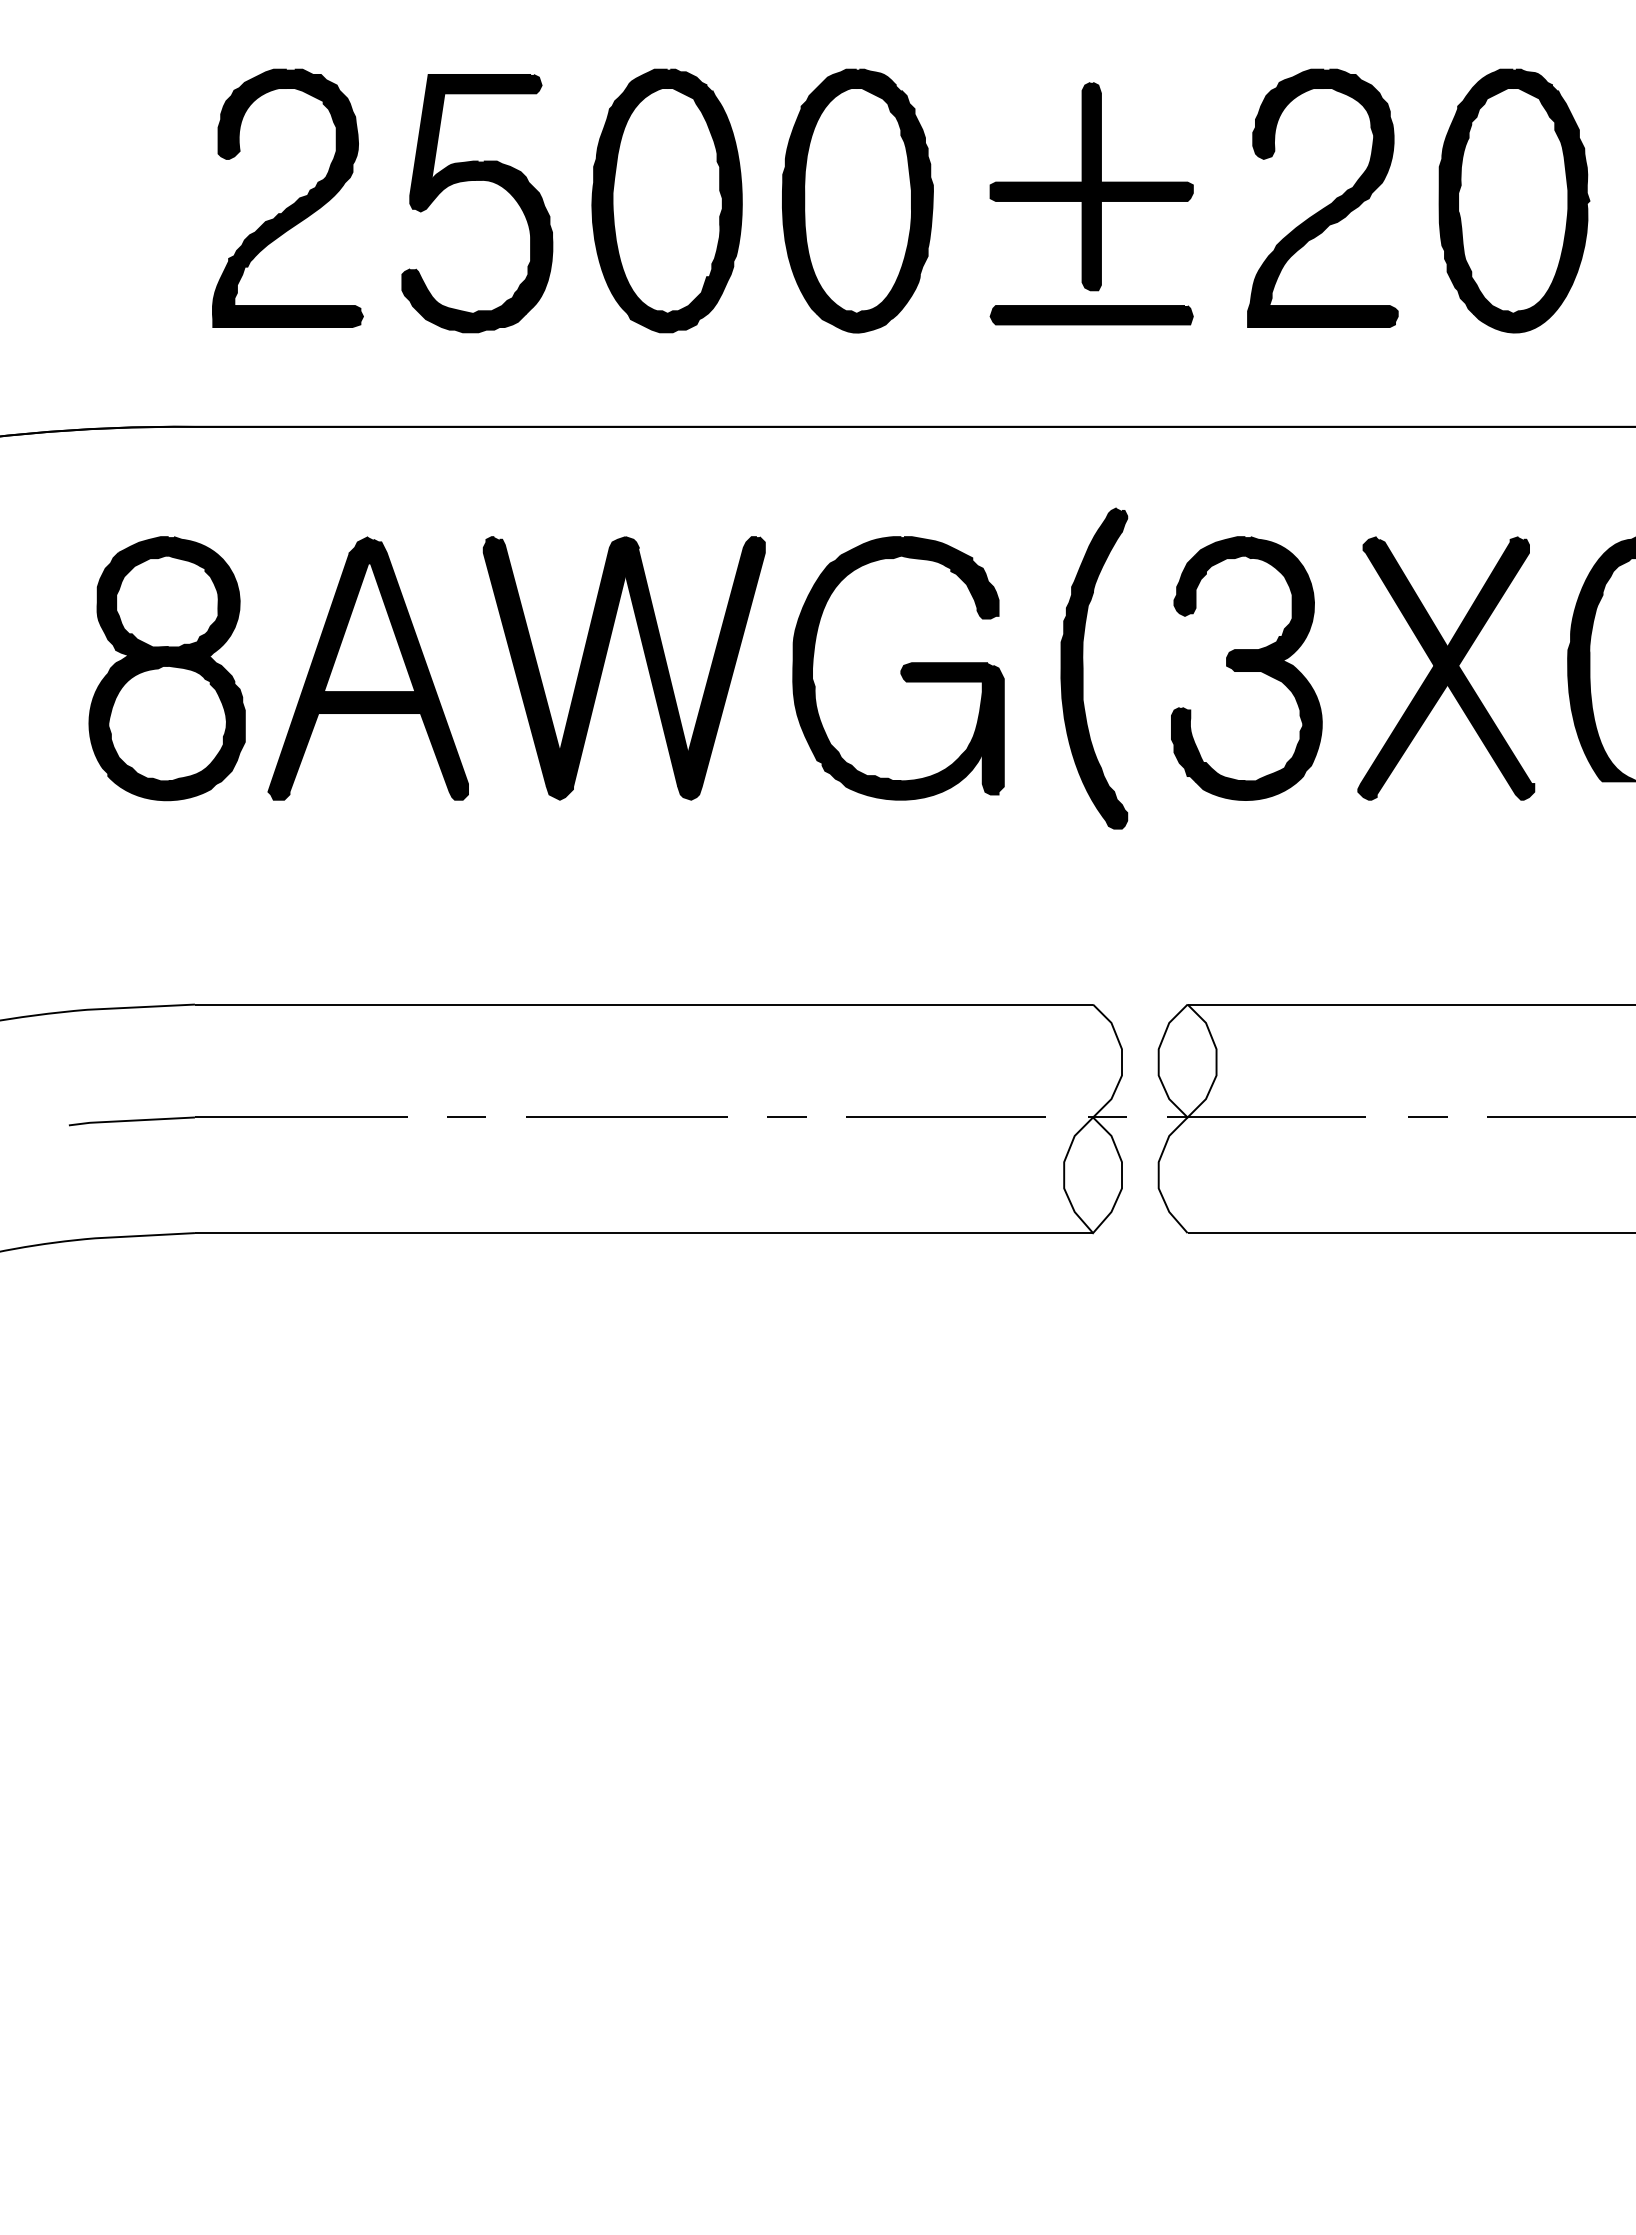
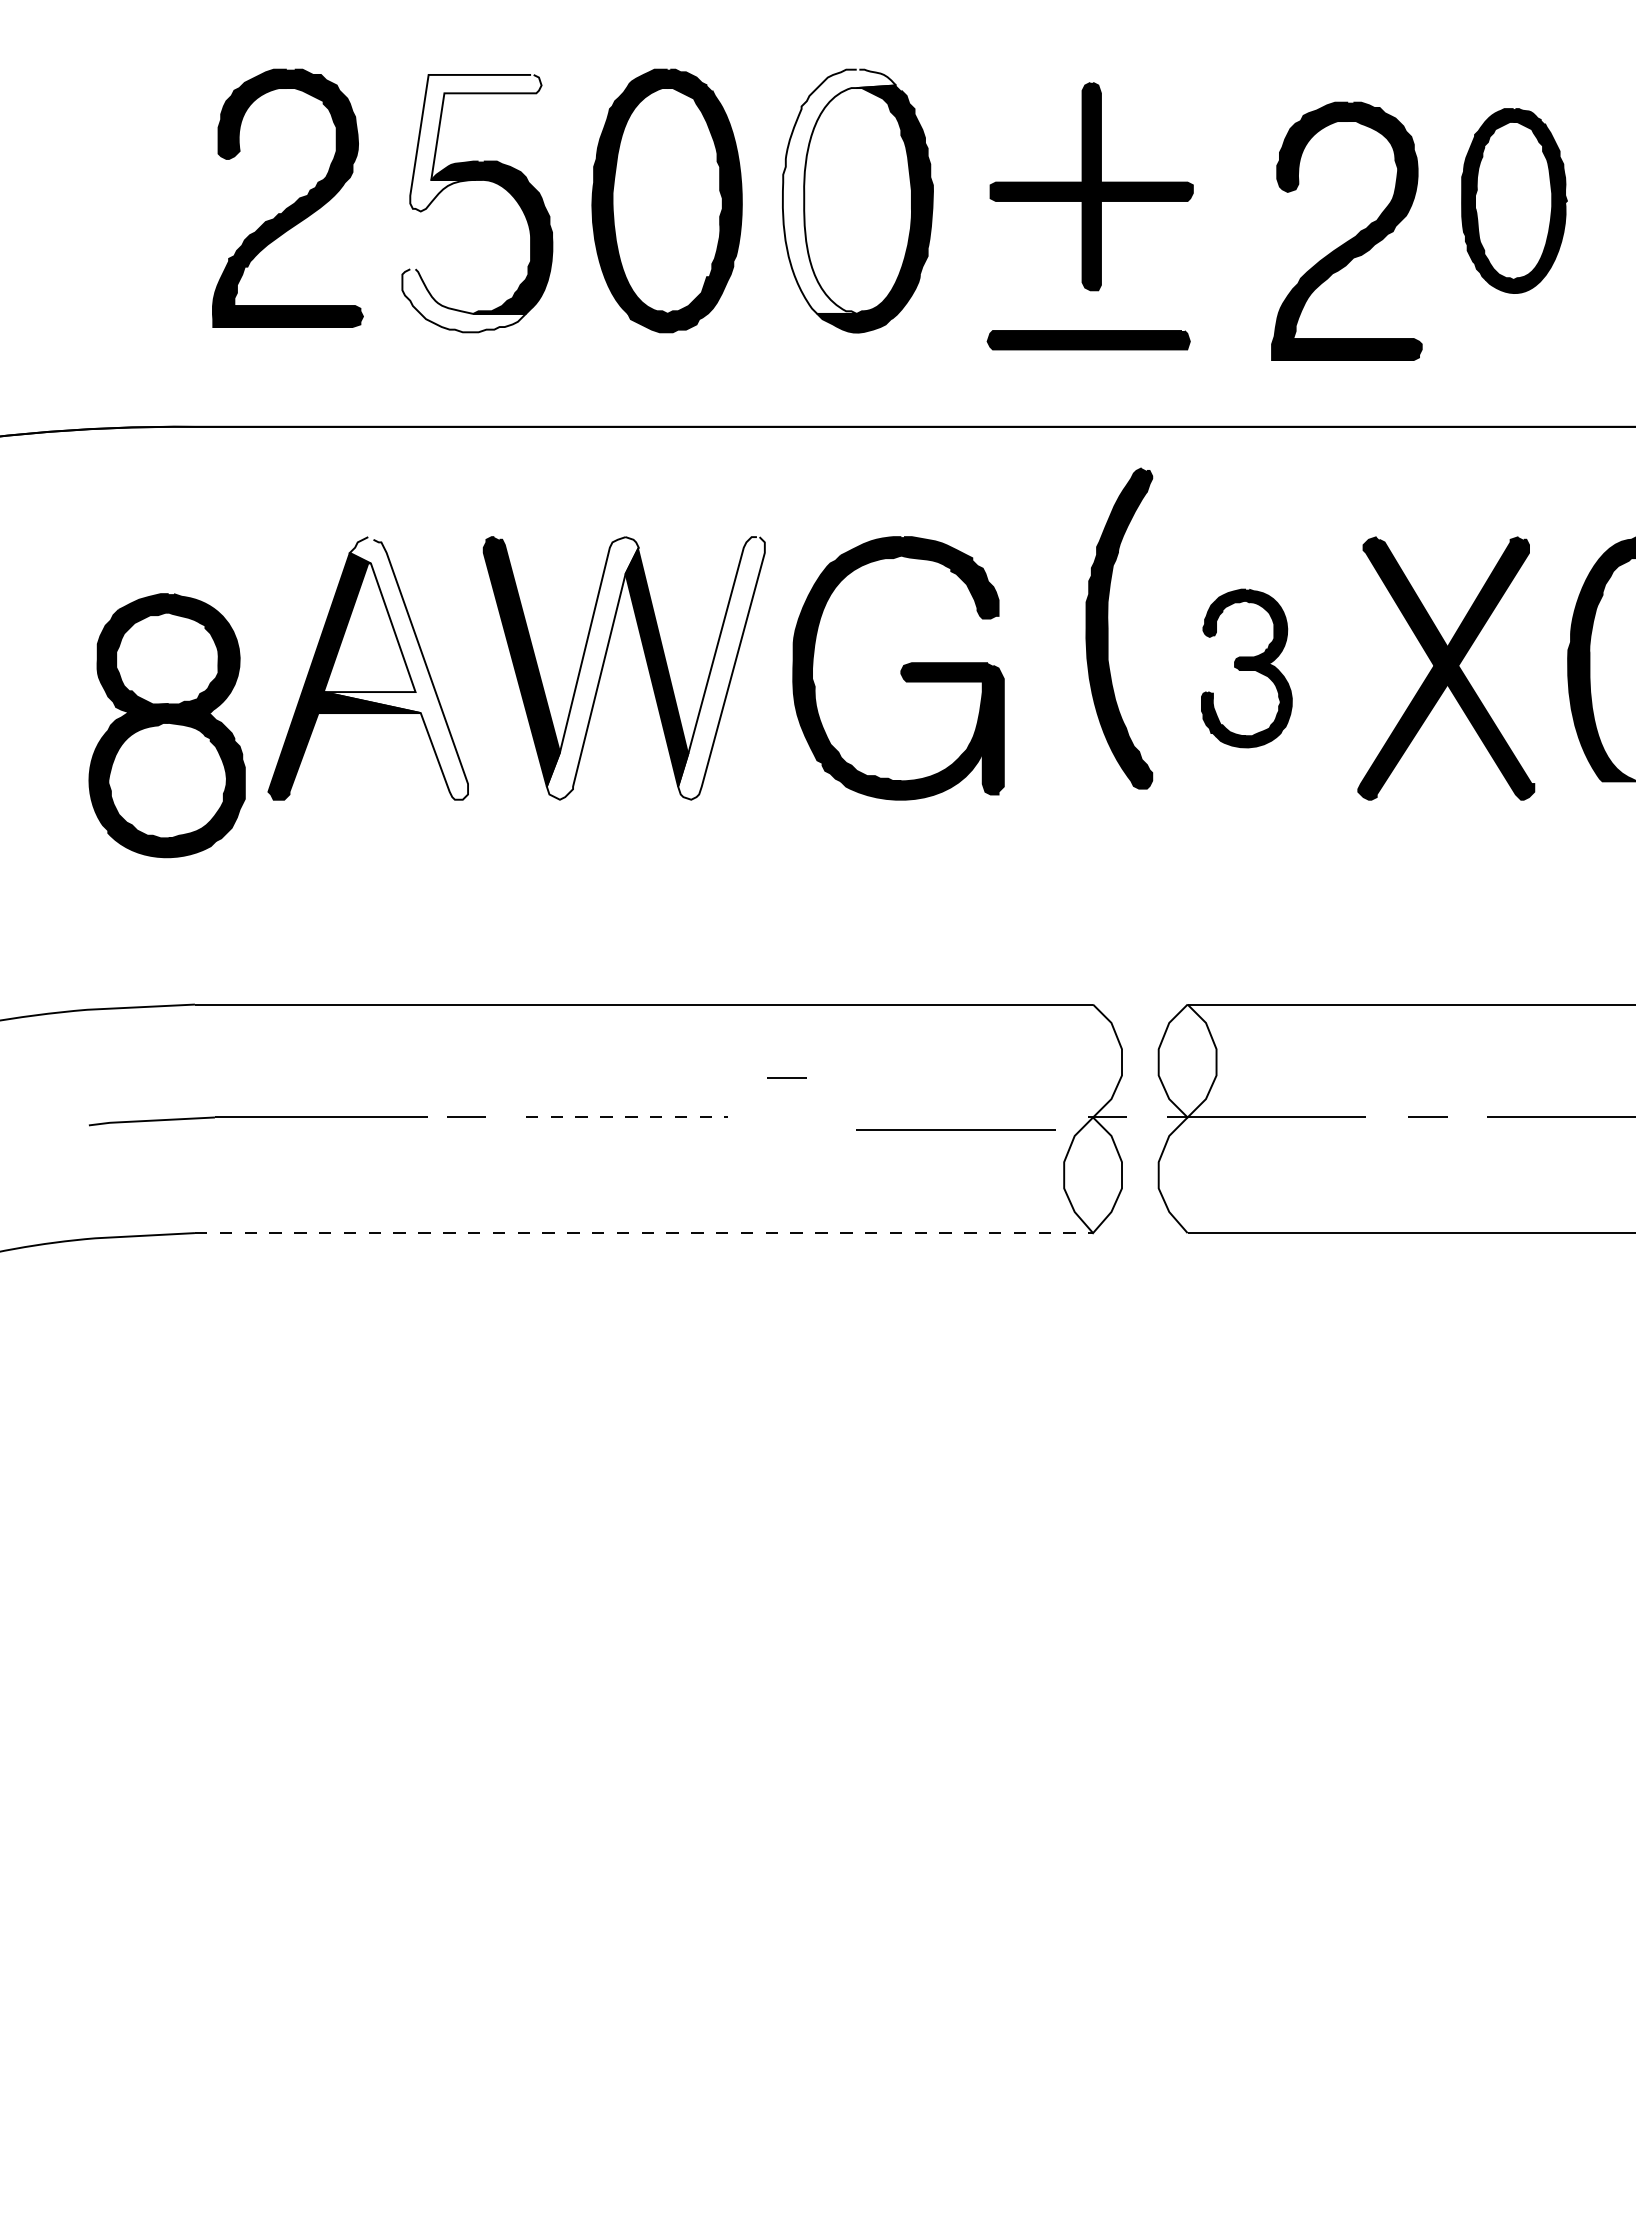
fill at (475, 142): present -> none
fill at (839, 191): present -> none
part at (1514, 200) size: 153x266 px -> 107x186 px
part at (1328, 204) position: (1328, 204) -> (1352, 237)
fill at (463, 300): present -> none
part at (1091, 315) position: (1091, 315) -> (1088, 340)
part at (166, 668) position: (166, 668) -> (166, 725)
fill at (395, 668): present -> none
fill at (592, 668): present -> none
fill at (721, 668): present -> none
part at (1083, 668) position: (1083, 668) -> (1108, 628)
part at (1246, 668) size: 152x265 px -> 92x161 px
line at (786, 1116) position: (786, 1116) -> (786, 1077)
line at (945, 1116) position: (945, 1116) -> (955, 1129)
line at (627, 1117): solid -> dashed
part at (238, 1121) position: (238, 1121) -> (258, 1121)
line at (644, 1233): solid -> dashed
